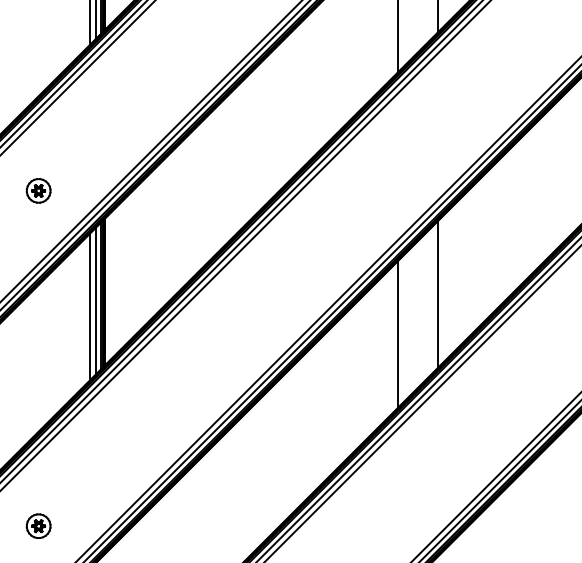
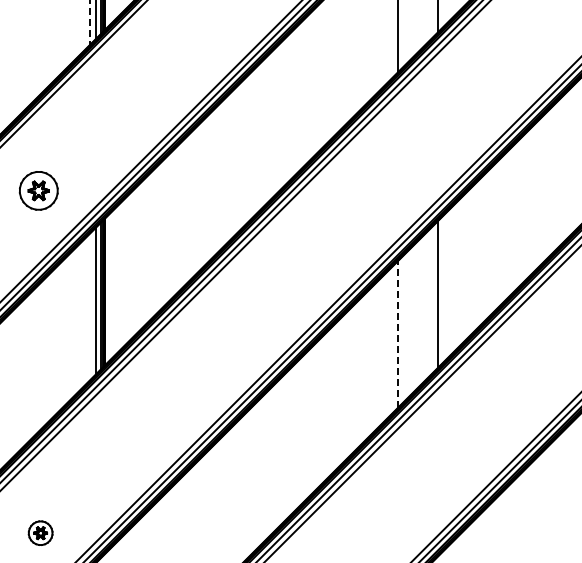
line at (90, 22): solid -> dashed
line at (77, 77): present -> none
part at (38, 190) size: 27x26 px -> 41x40 px
line at (90, 306): present -> none
line at (397, 334): solid -> dashed
part at (38, 525) position: (38, 525) -> (40, 532)
